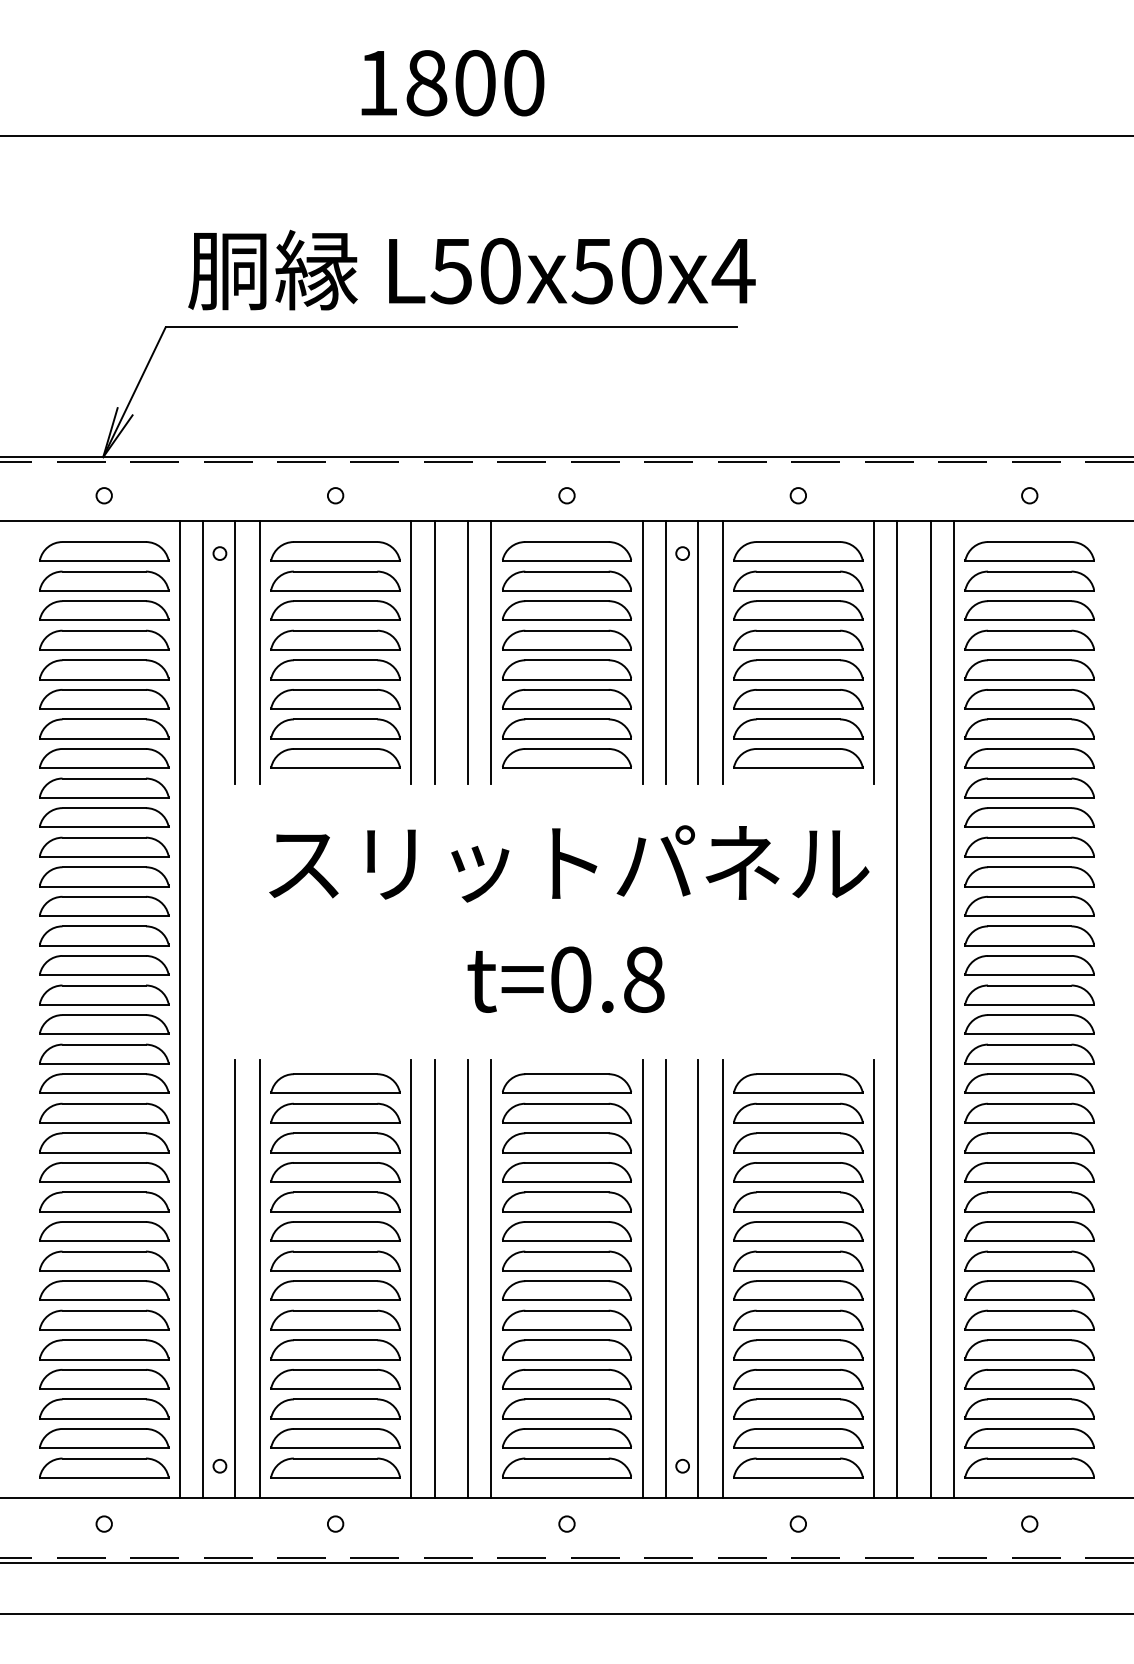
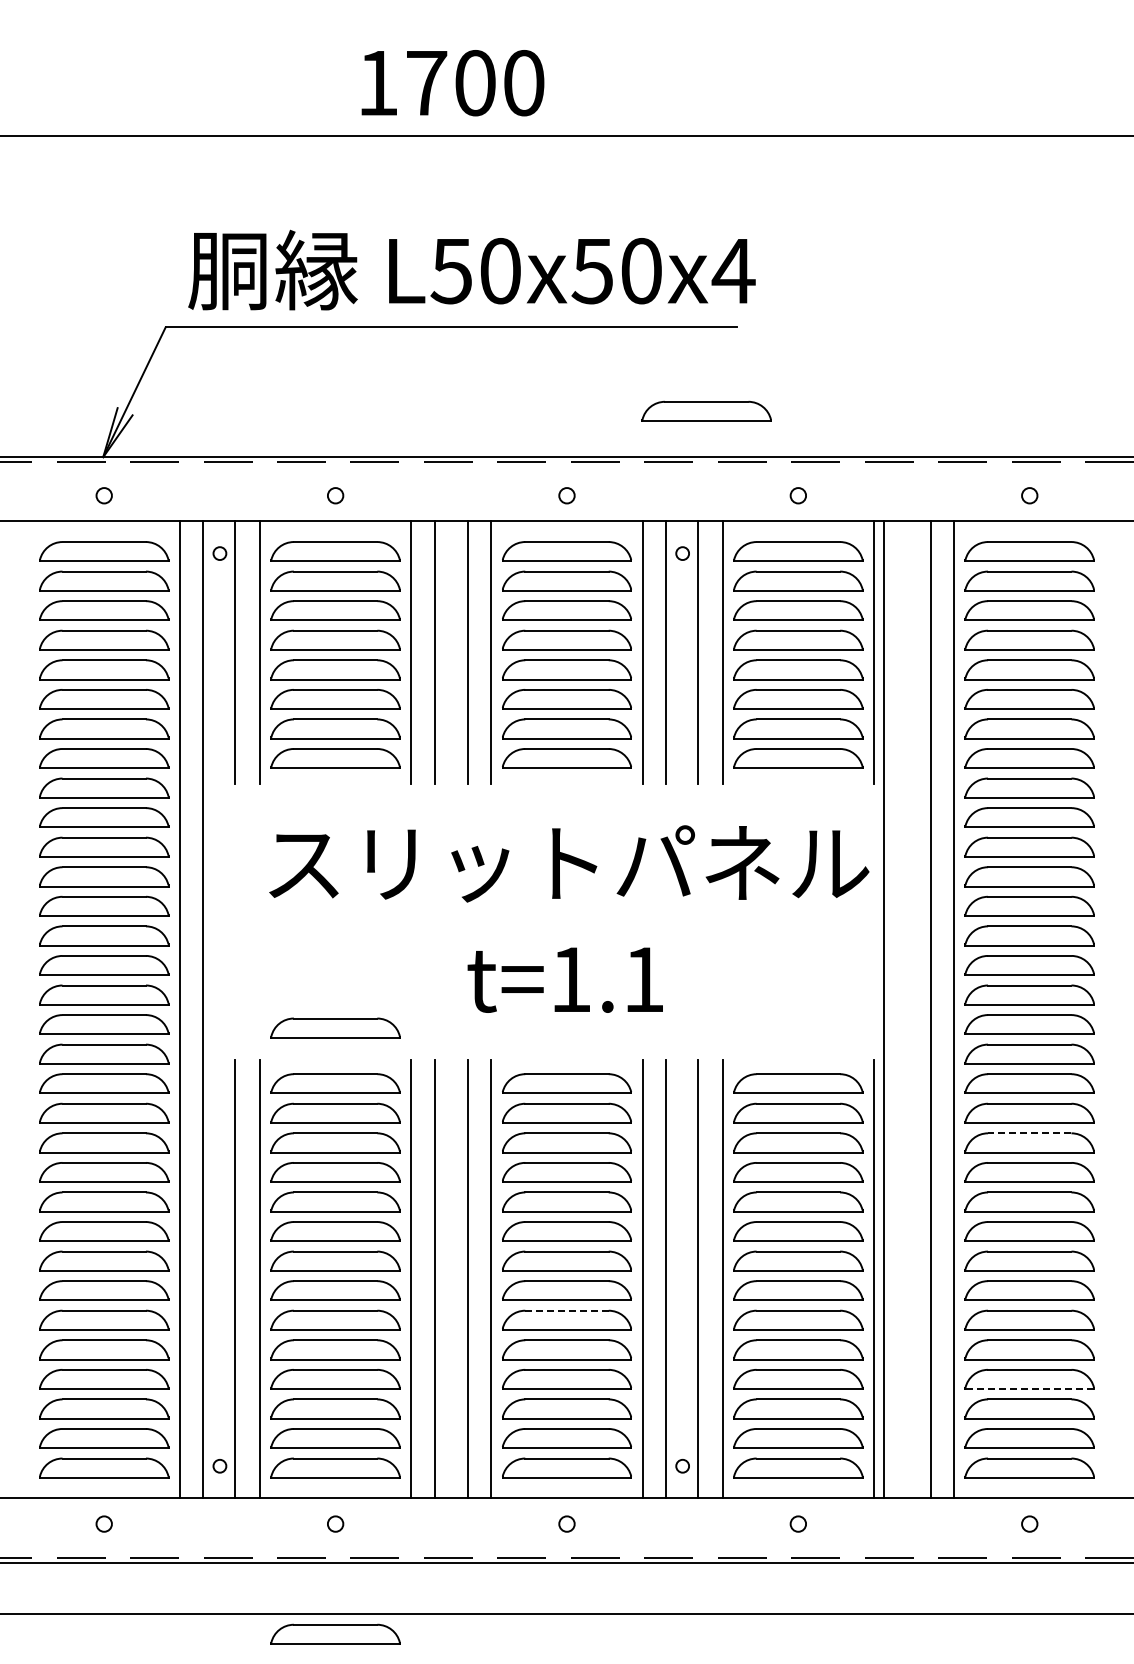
text at (426, 83): 1800 -> 1700
part at (706, 410): none -> present
text at (607, 979): t=0.8 -> t=1.1
line at (897, 1009) position: (897, 1009) -> (884, 1009)
part at (335, 1027): none -> present
line at (1029, 1133): solid -> dashed
line at (566, 1310): solid -> dashed
line at (1029, 1389): solid -> dashed
part at (335, 1633): none -> present
